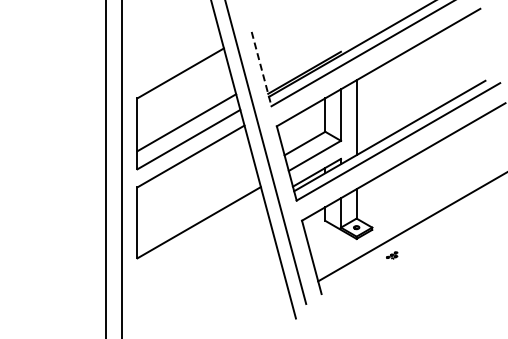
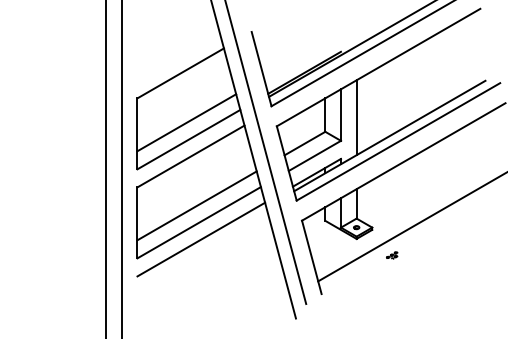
line at (261, 69): dashed -> solid
line at (196, 205): none -> present
line at (201, 239): none -> present
